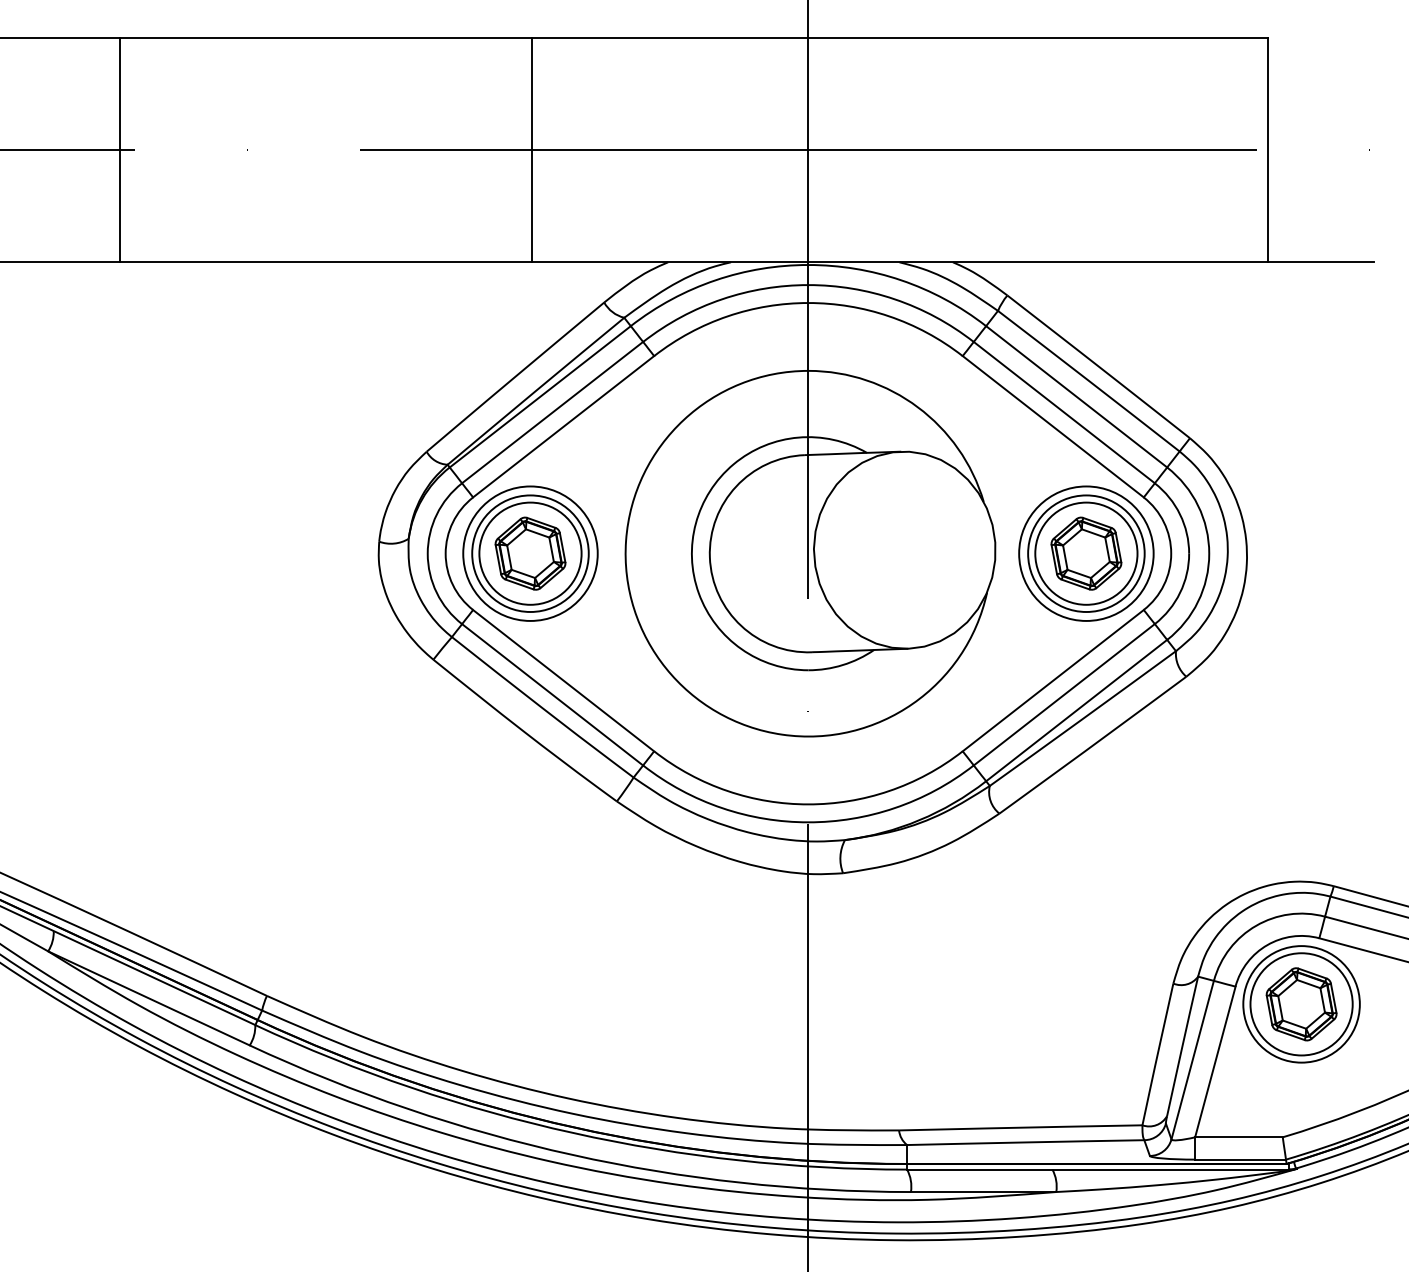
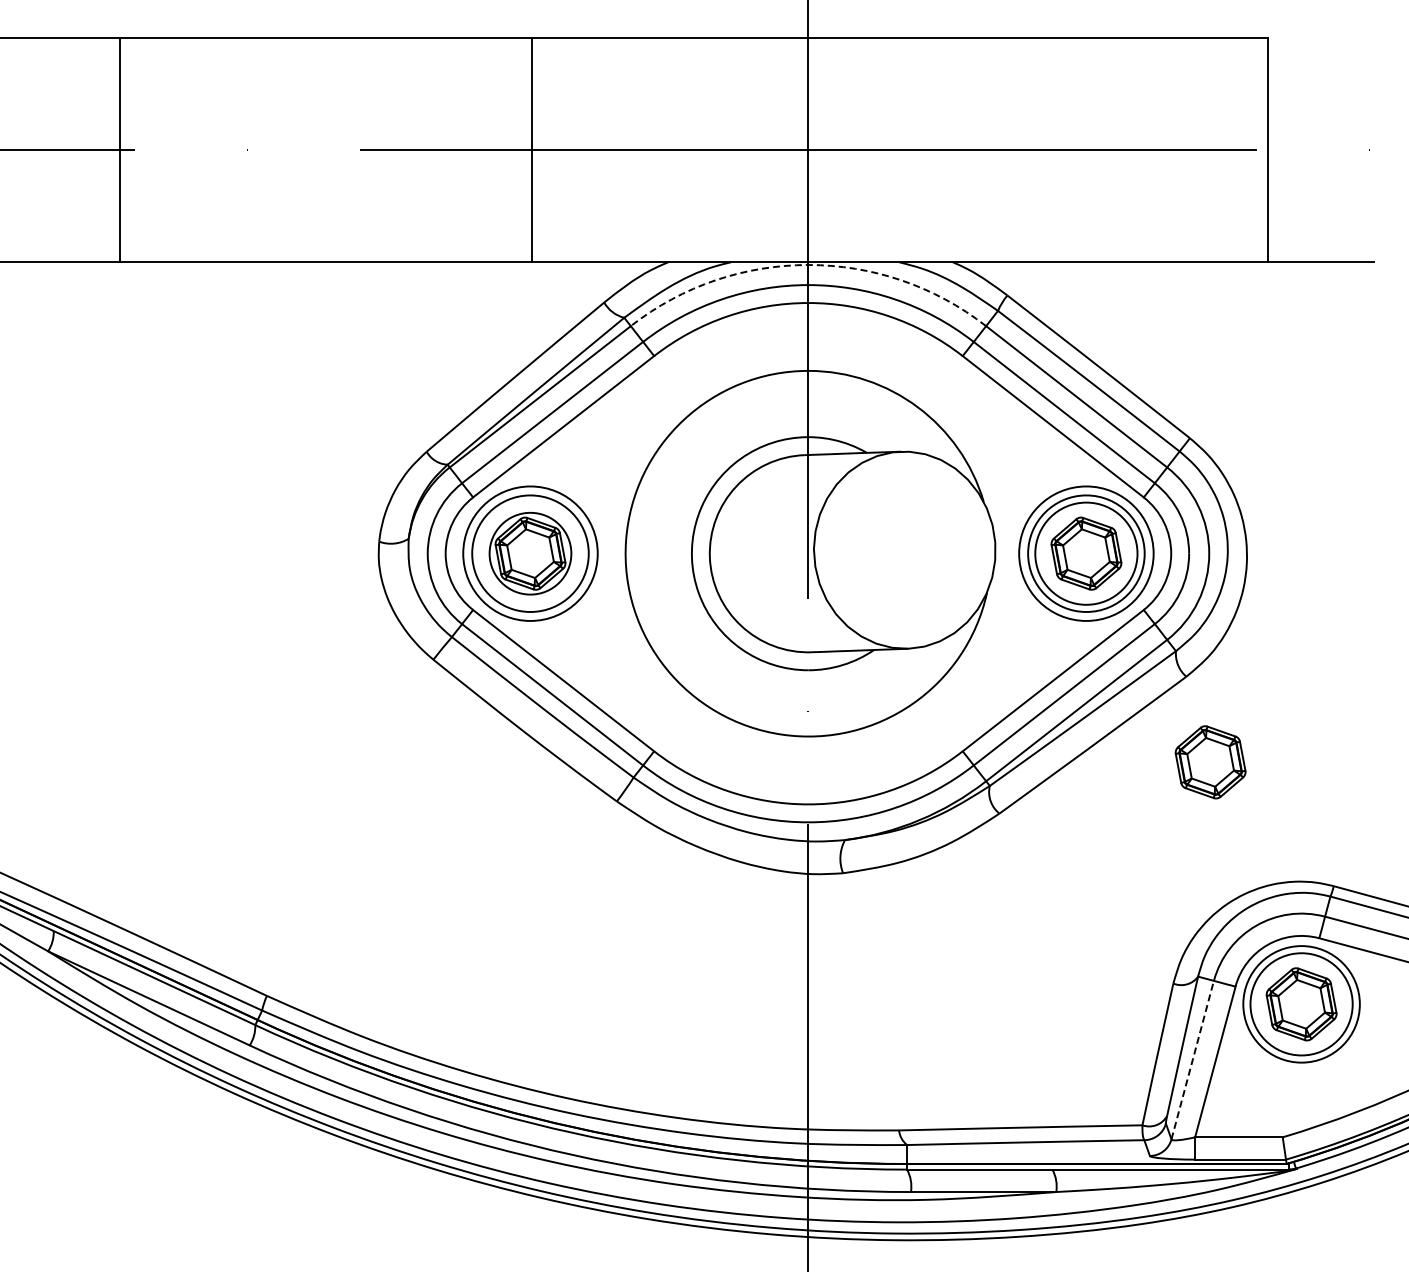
arc at (808, 265): solid -> dashed
circle at (530, 553) diameter: 102 px -> 82 px
part at (1210, 762): none -> present
line at (1192, 1059): solid -> dashed
